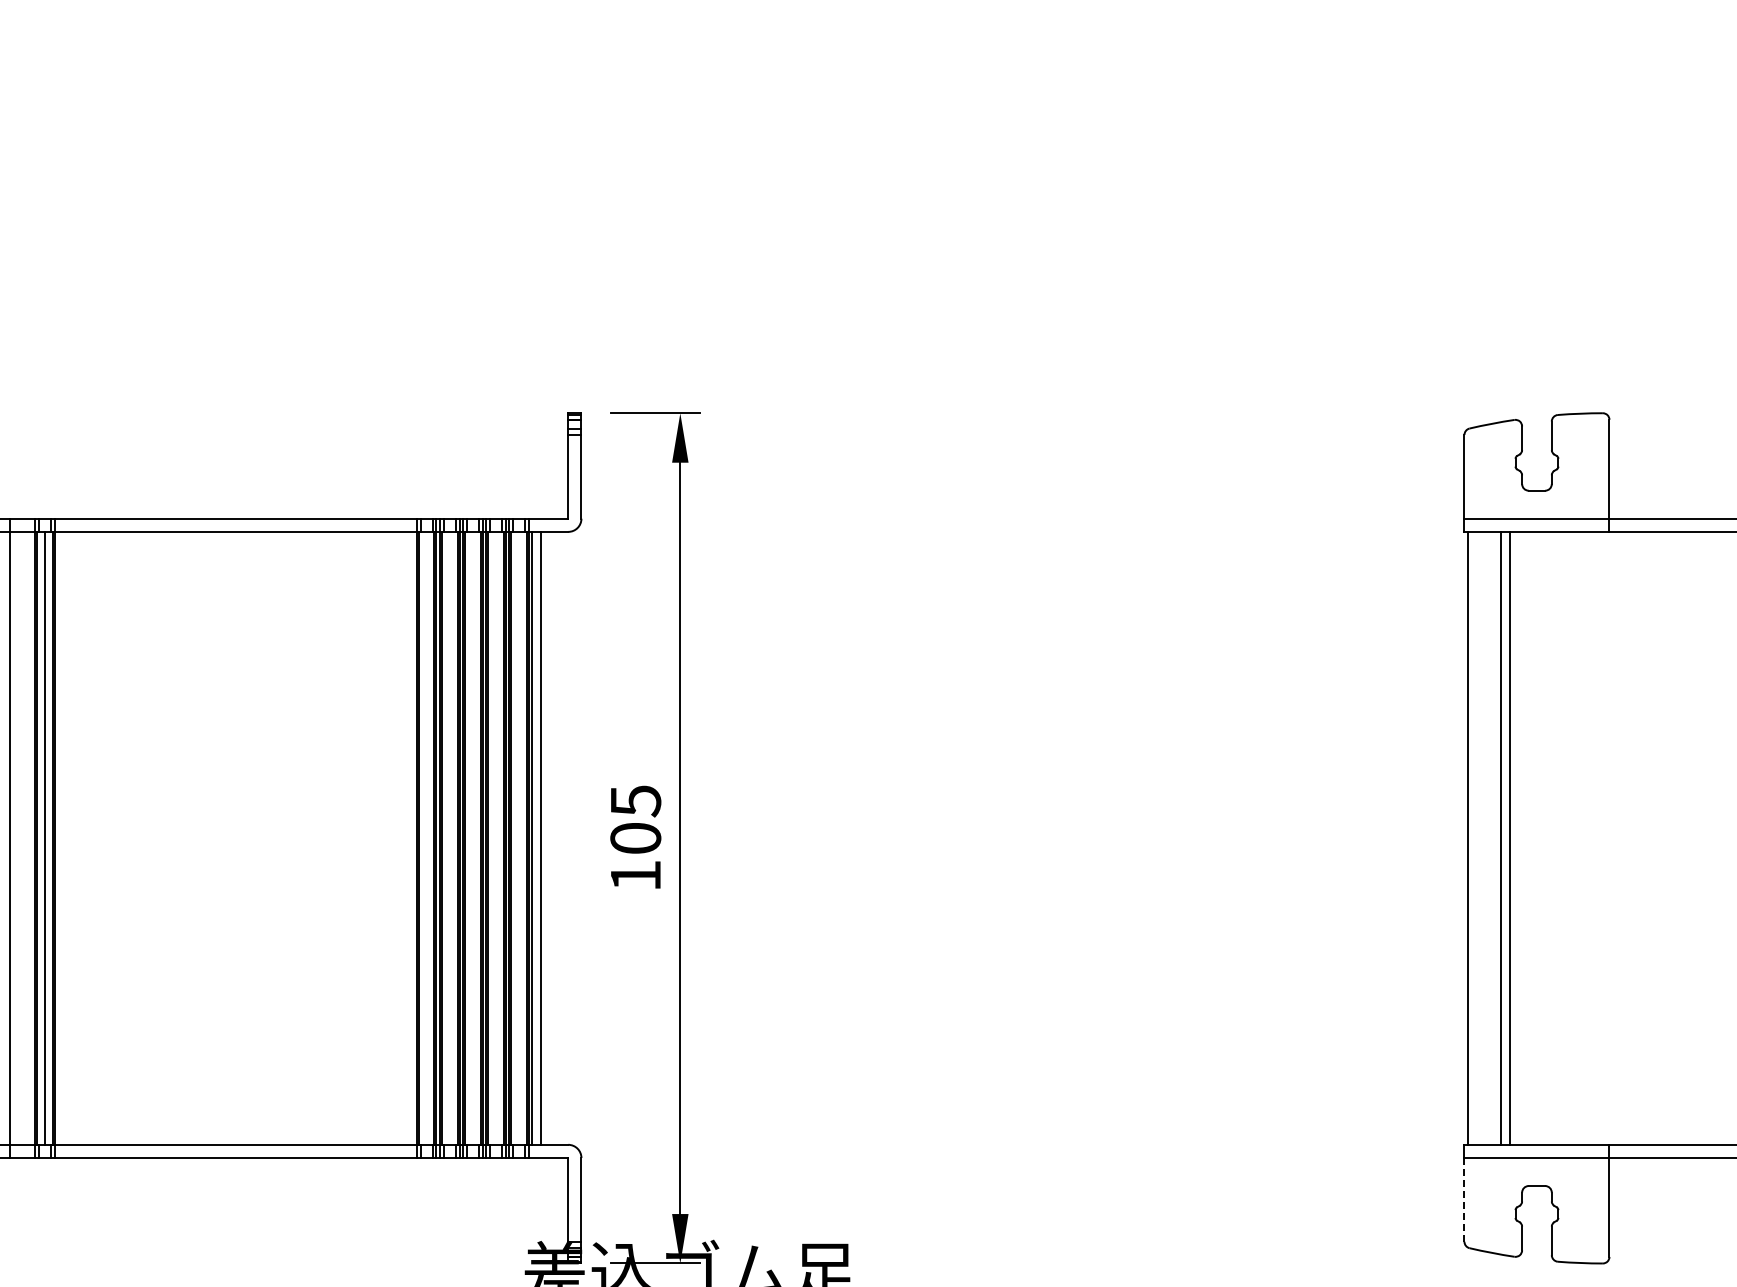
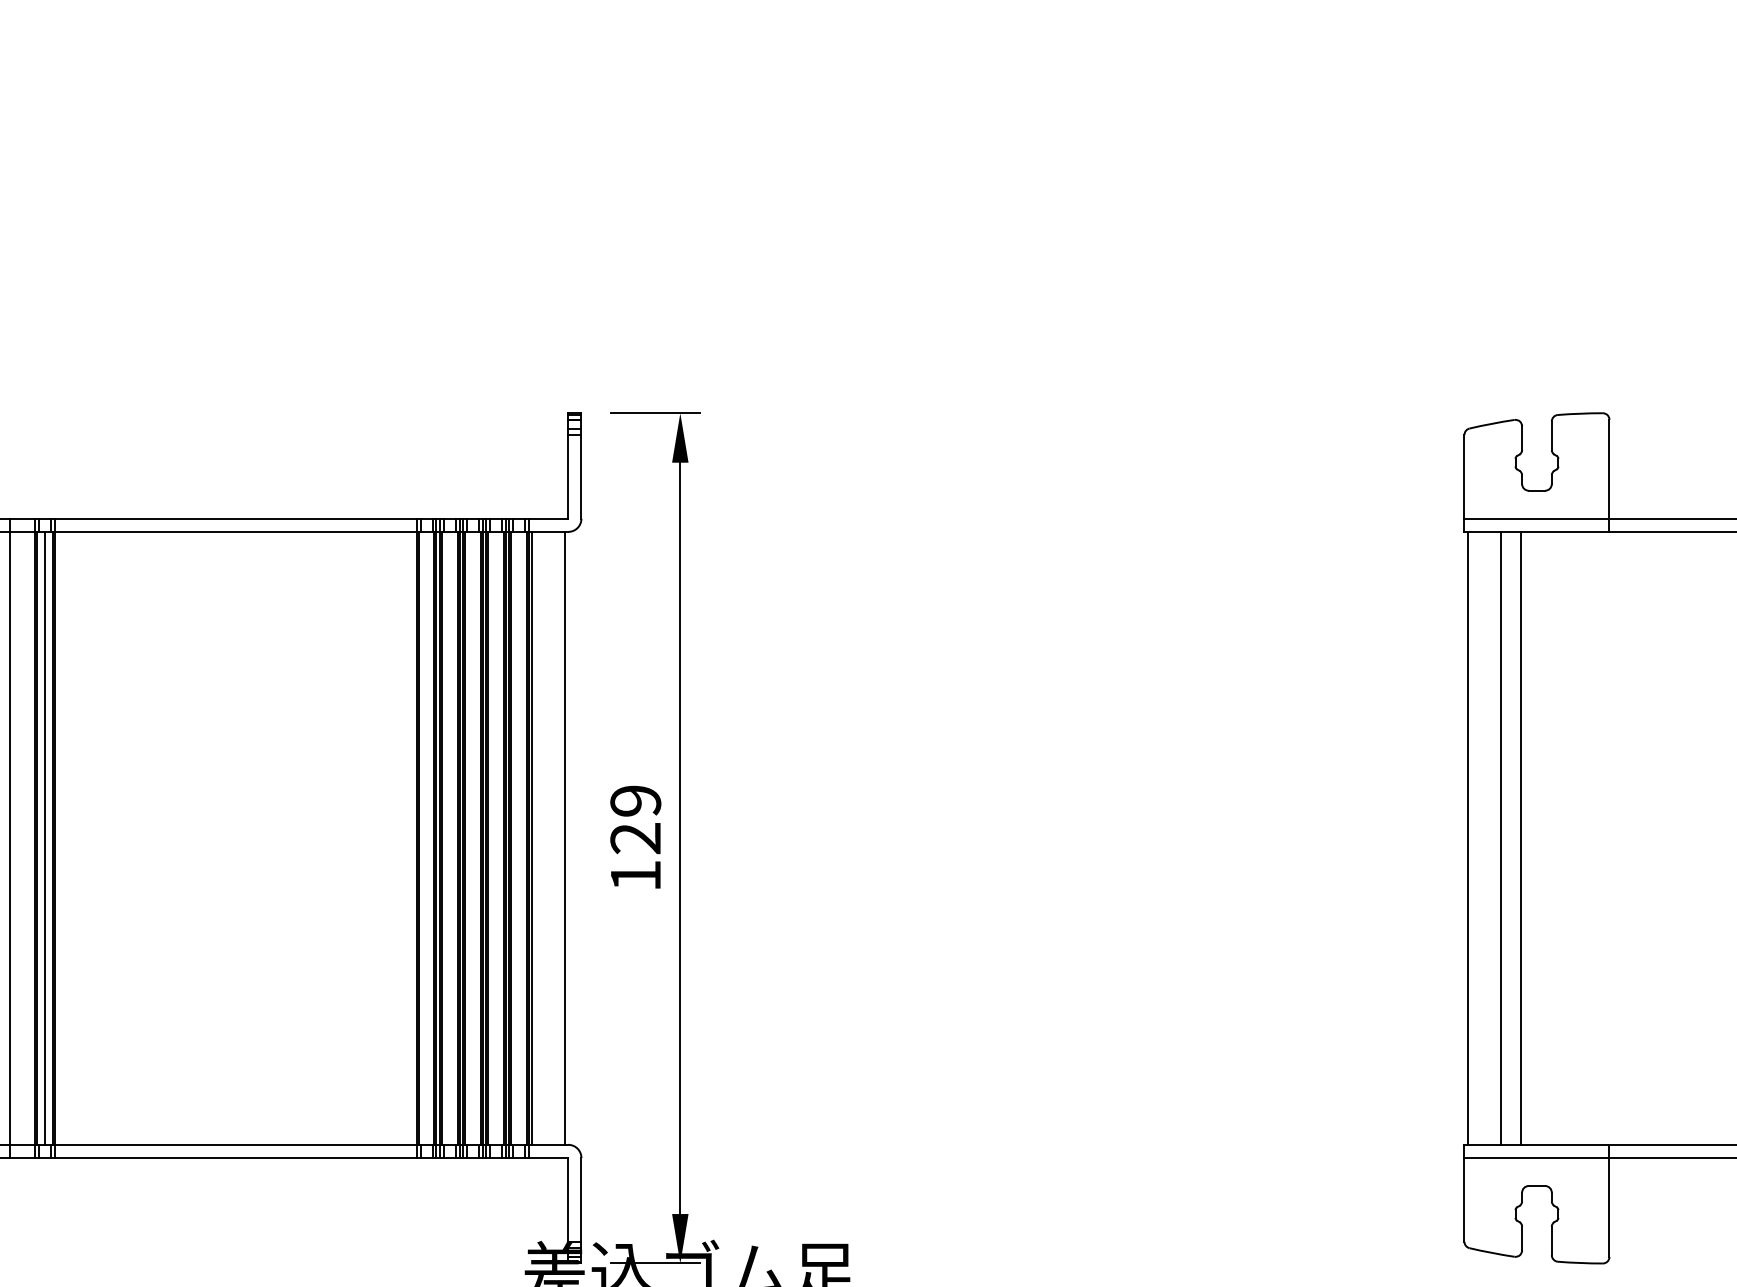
text at (635, 819): 105 -> 129
line at (540, 837) position: (540, 837) -> (564, 837)
line at (1509, 837) position: (1509, 837) -> (1520, 837)
line at (1464, 1199): dashed -> solid
